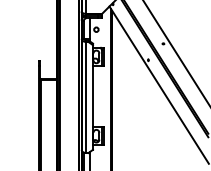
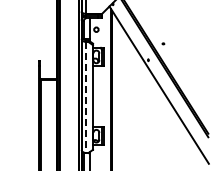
line at (175, 52): present -> none
line at (86, 97): solid -> dashed
